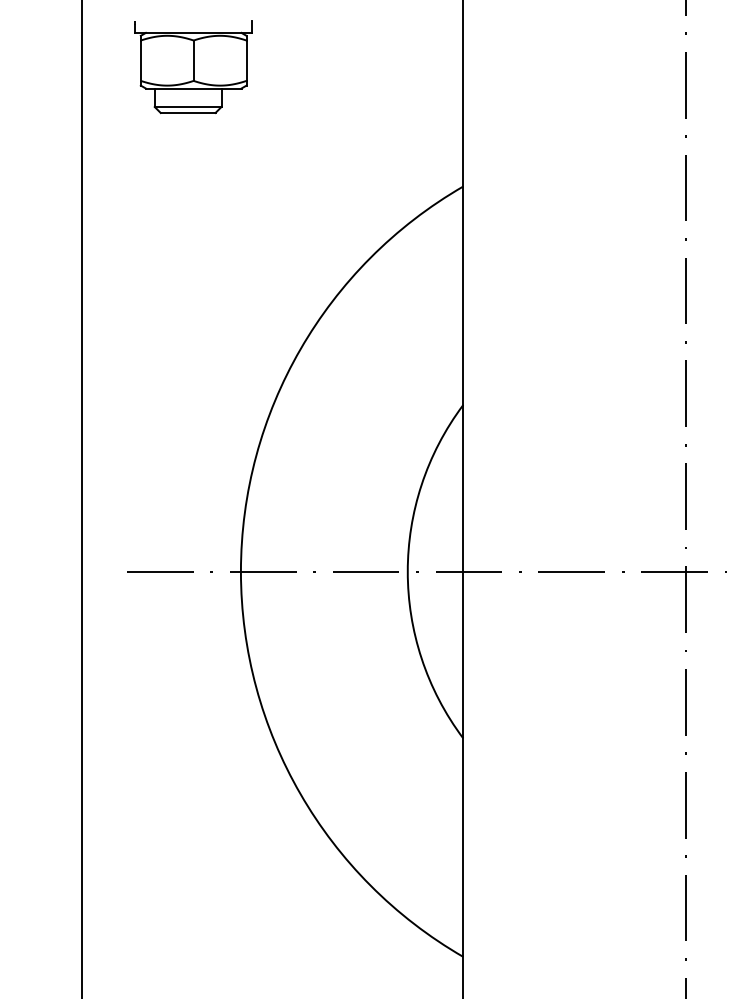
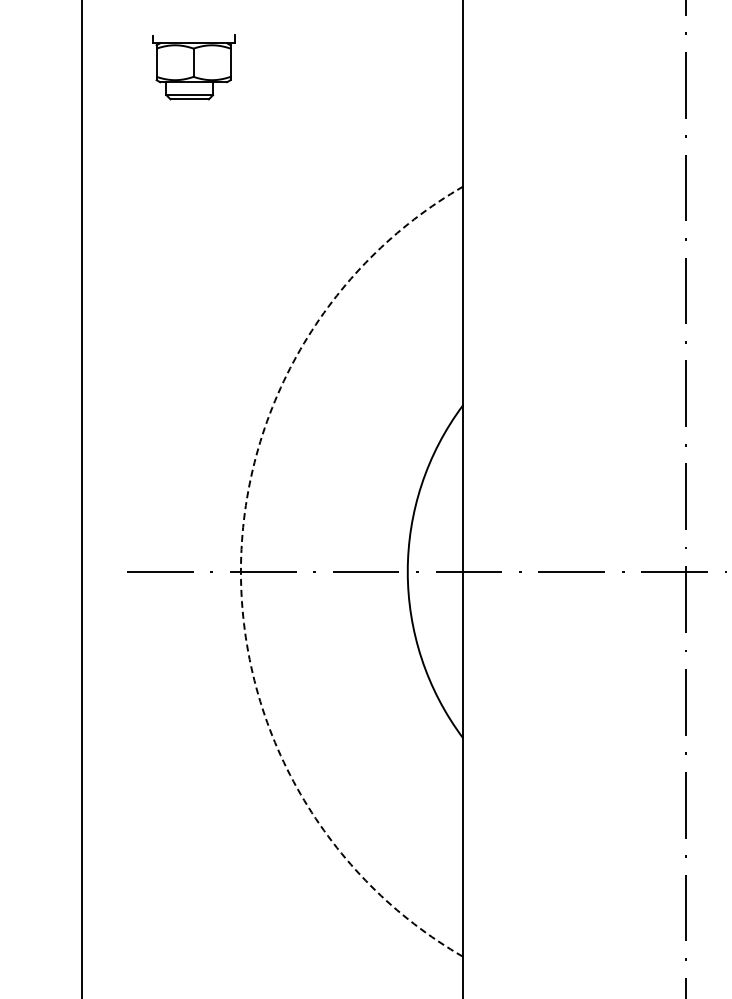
part at (193, 67) size: 119x95 px -> 84x67 px
arc at (240, 571): solid -> dashed
